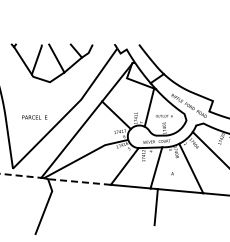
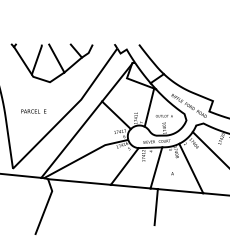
text at (34, 117) position: (34, 117) -> (33, 111)
line at (21, 175): dashed -> solid
line at (79, 182): dashed -> solid
